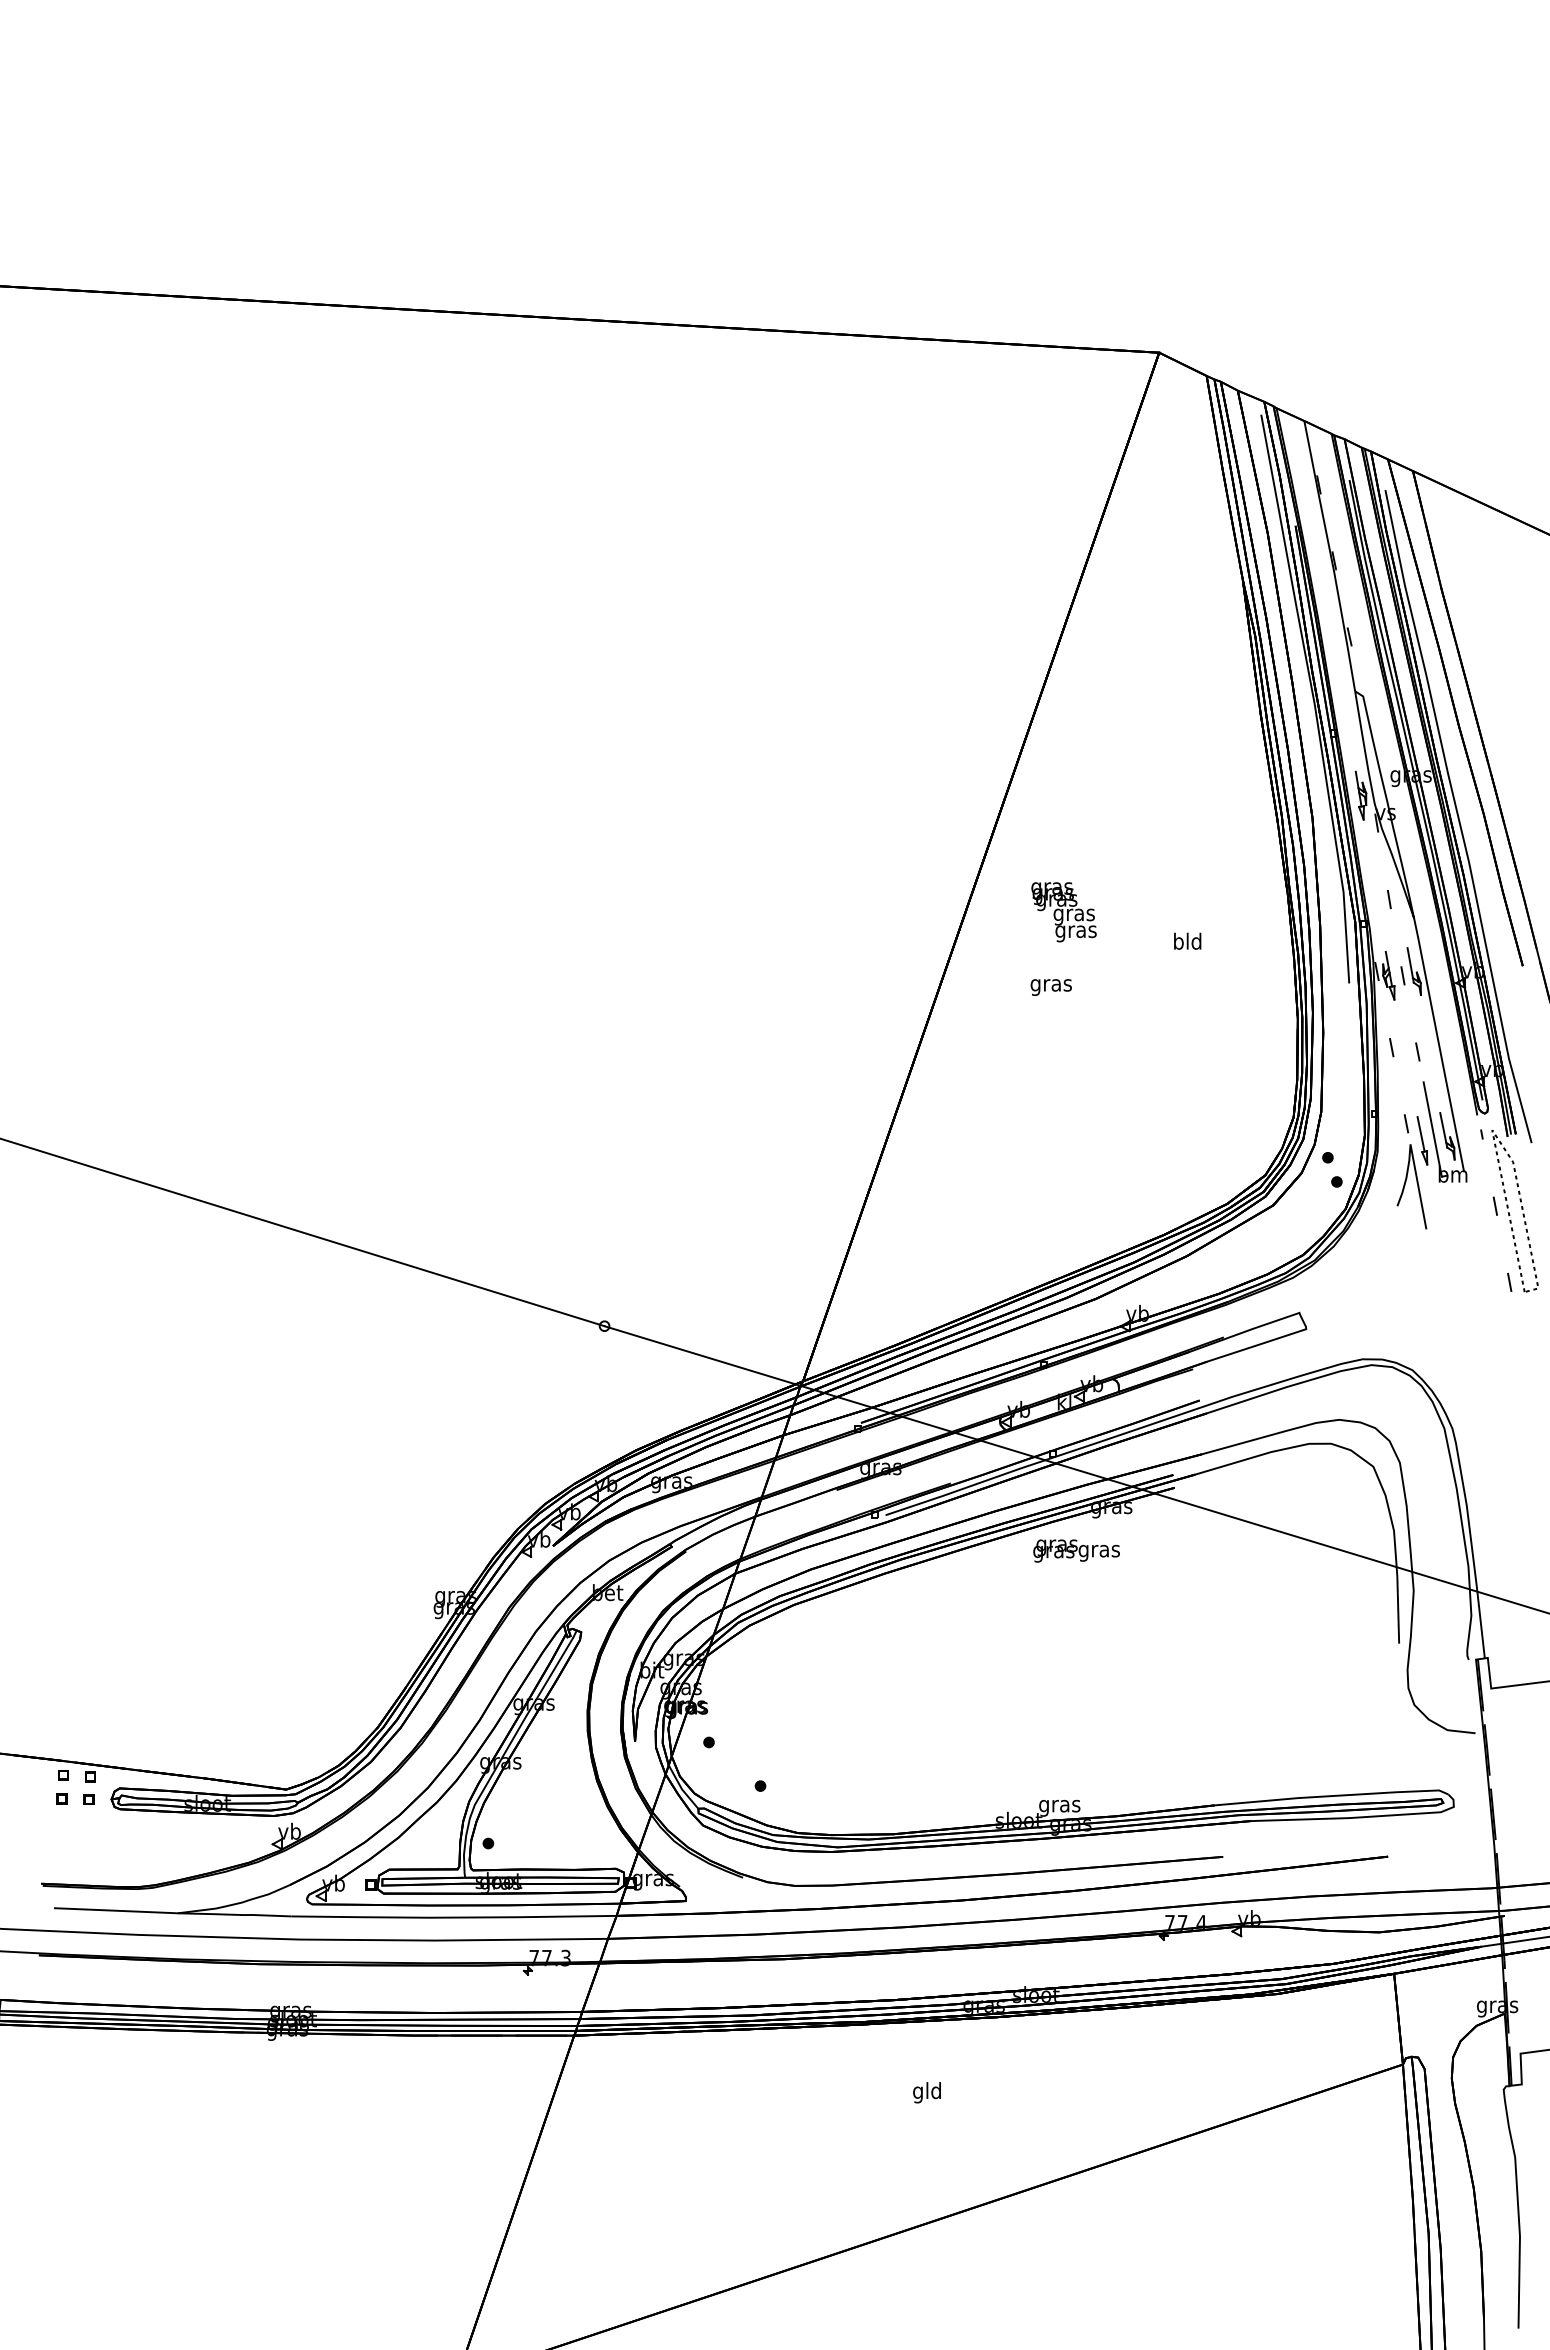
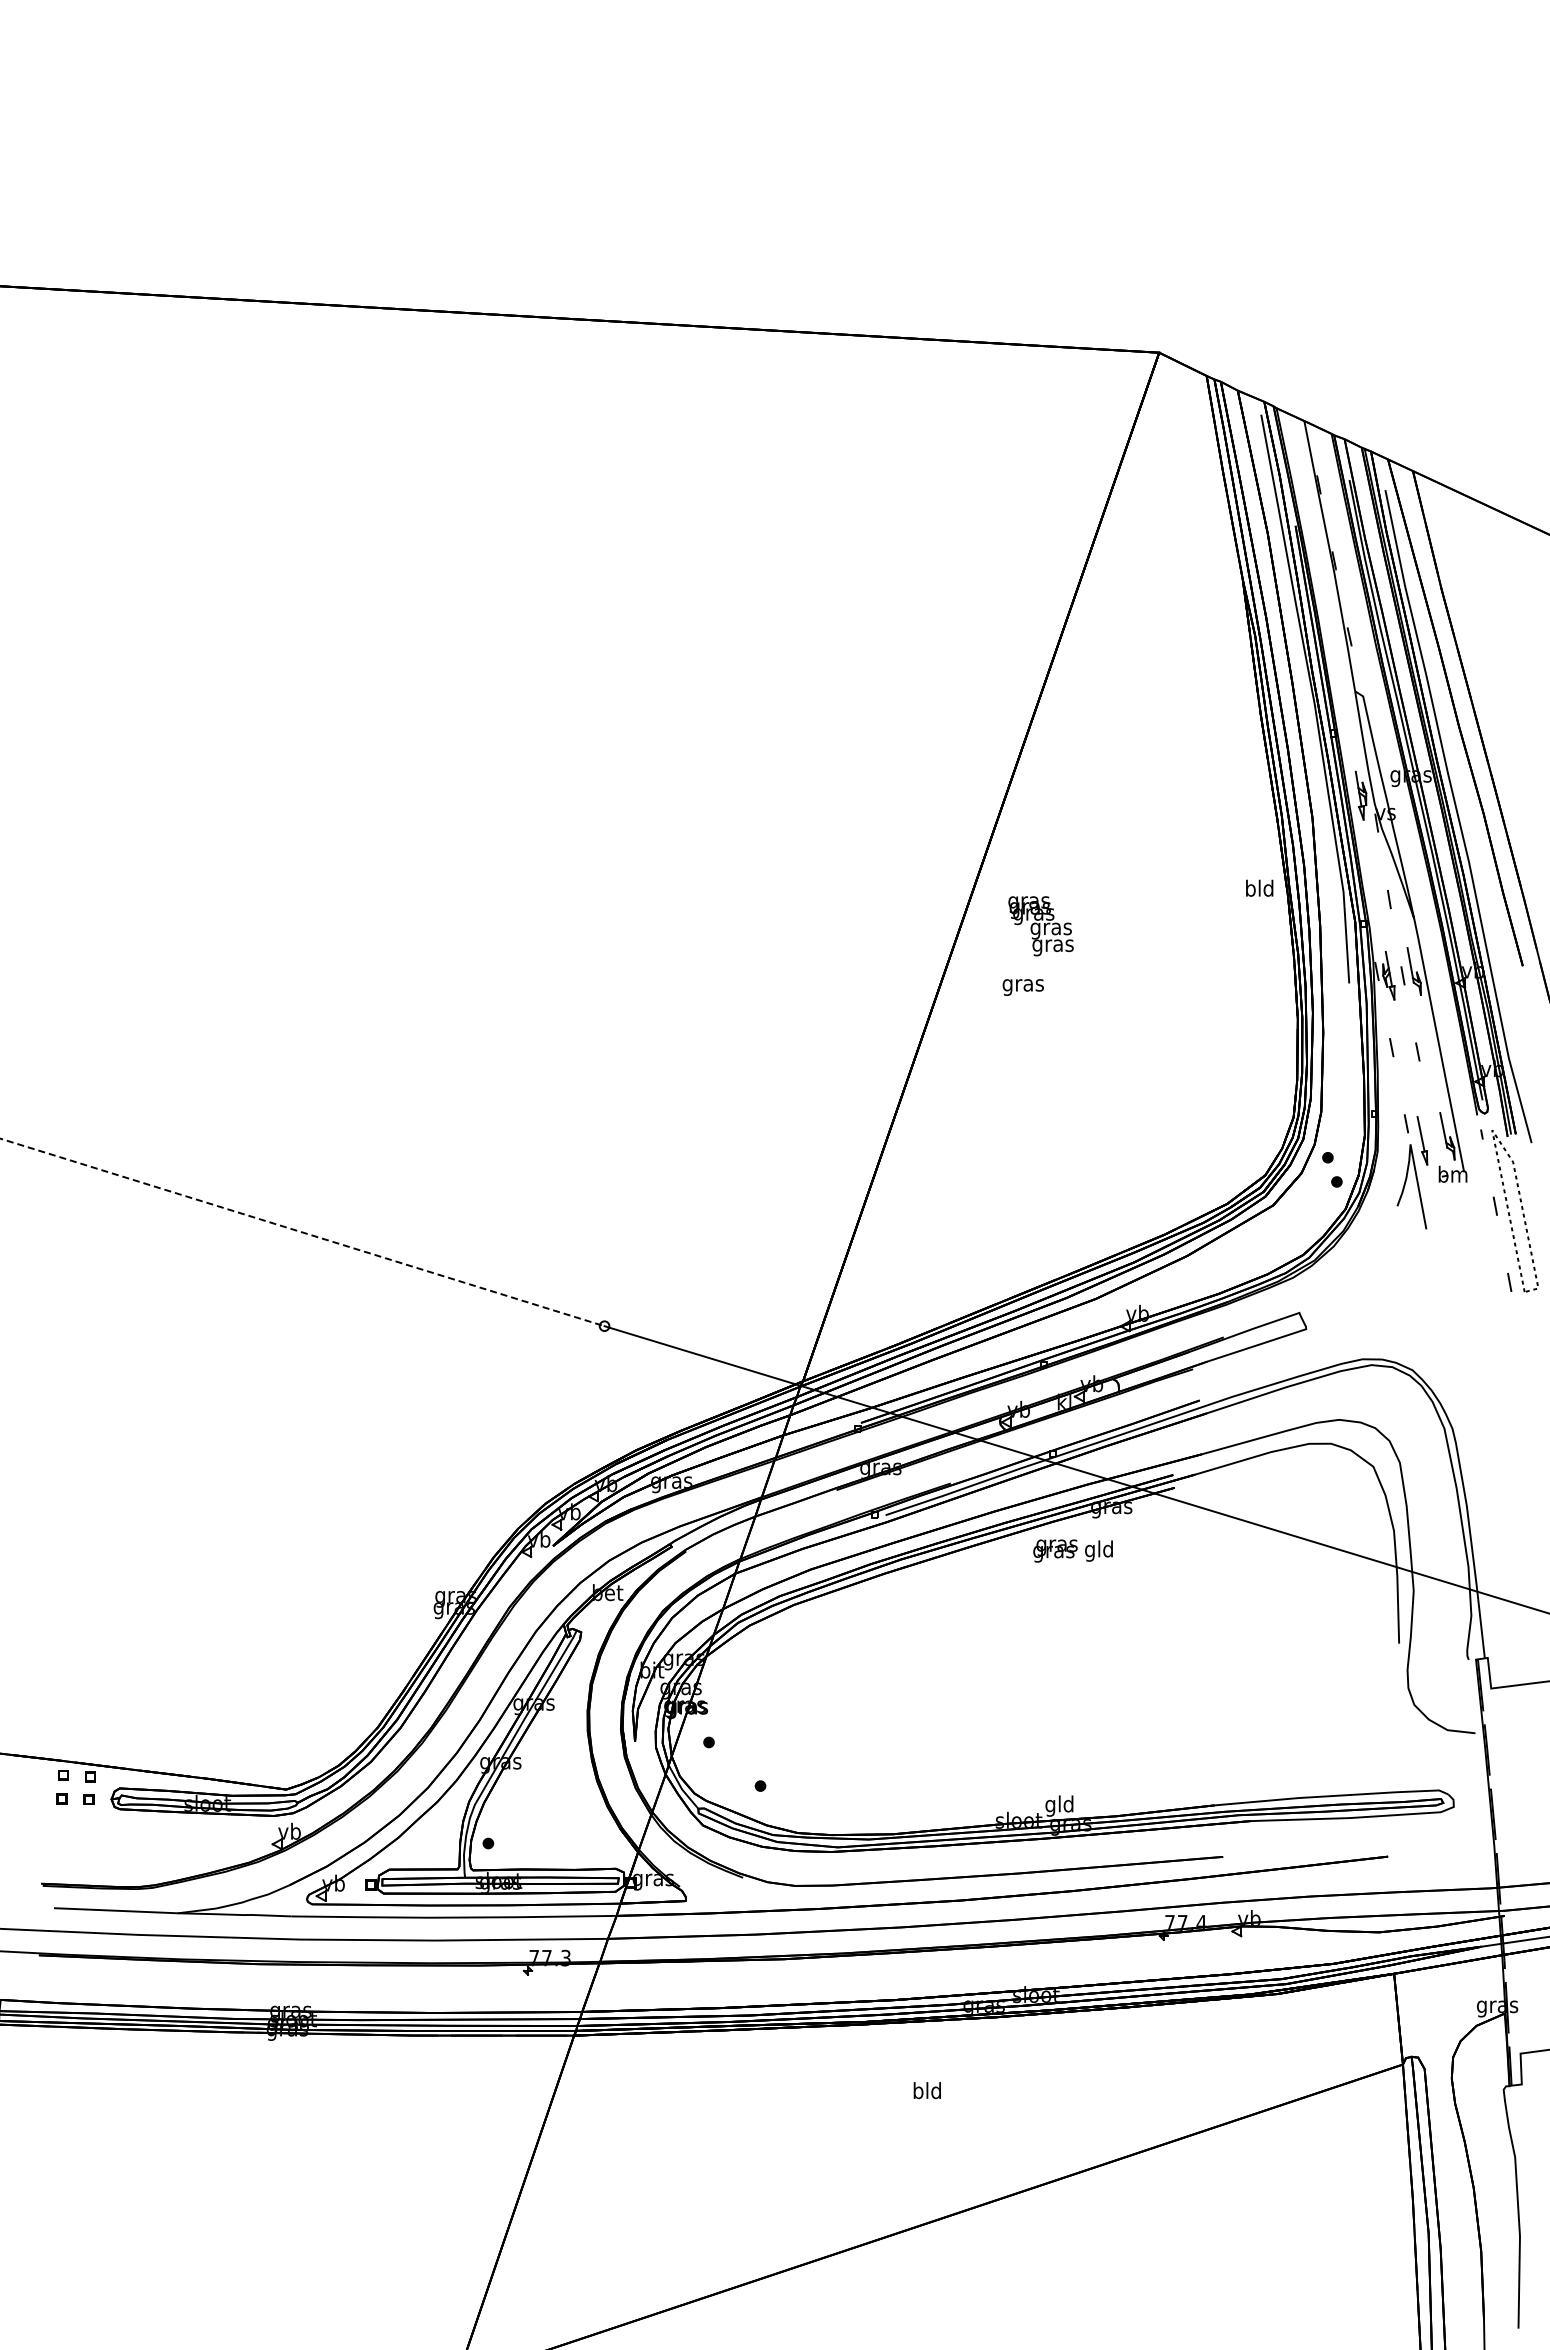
text at (1063, 912) position: (1063, 912) -> (1040, 926)
text at (1187, 940) position: (1187, 940) -> (1259, 887)
text at (1050, 987) position: (1050, 987) -> (1022, 987)
line at (1432, 1129): present -> none
line at (302, 1232): solid -> dashed
text at (1098, 1550): gras -> gld
text at (1059, 1805): gras -> gld
text at (918, 2092): gld -> bld
